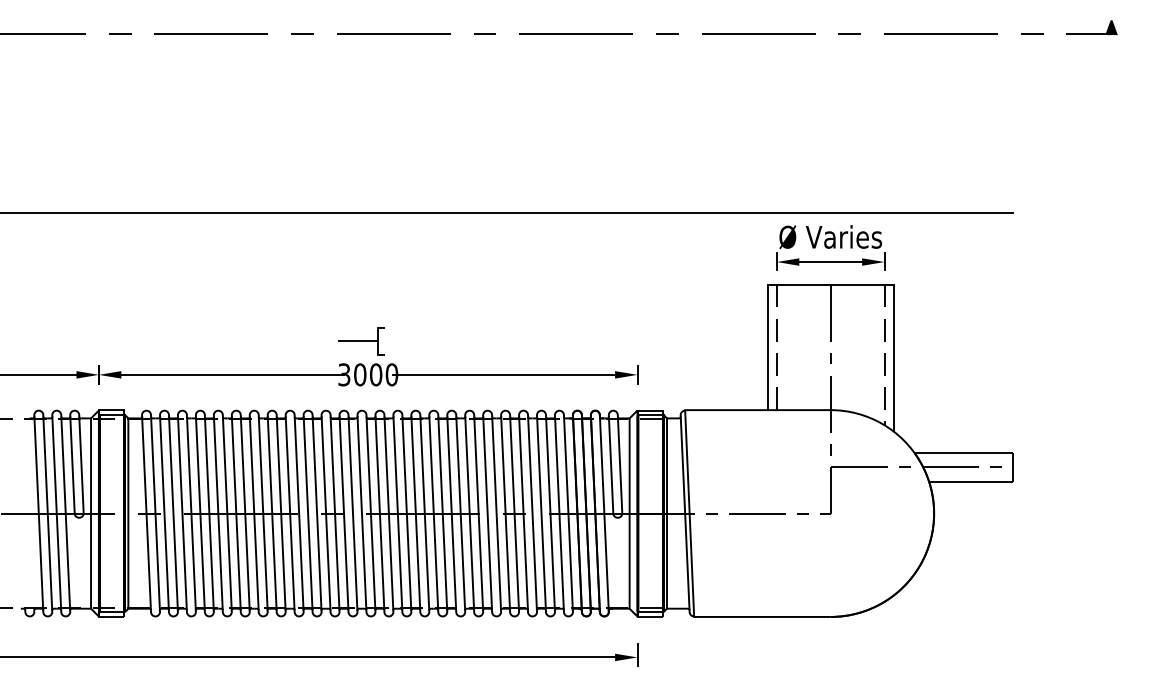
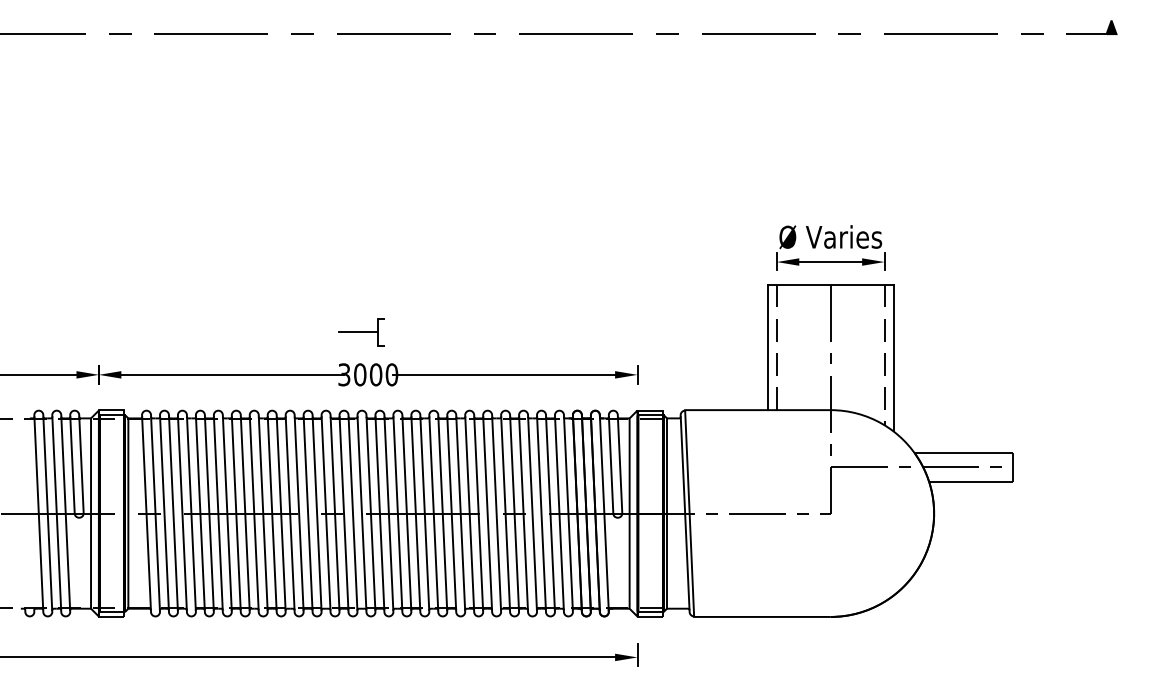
line at (507, 212): present -> none
part at (361, 341) position: (361, 341) -> (361, 332)
